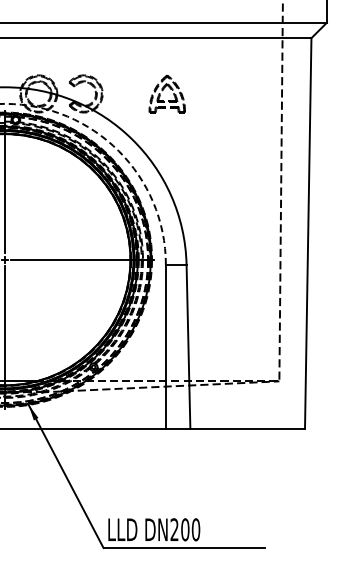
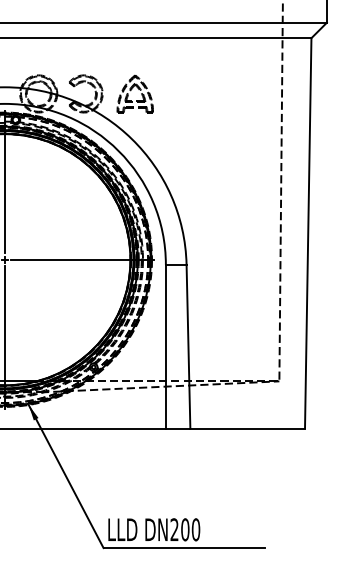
part at (166, 93) position: (166, 93) -> (134, 93)
arc at (116, 149): dashed -> solid
